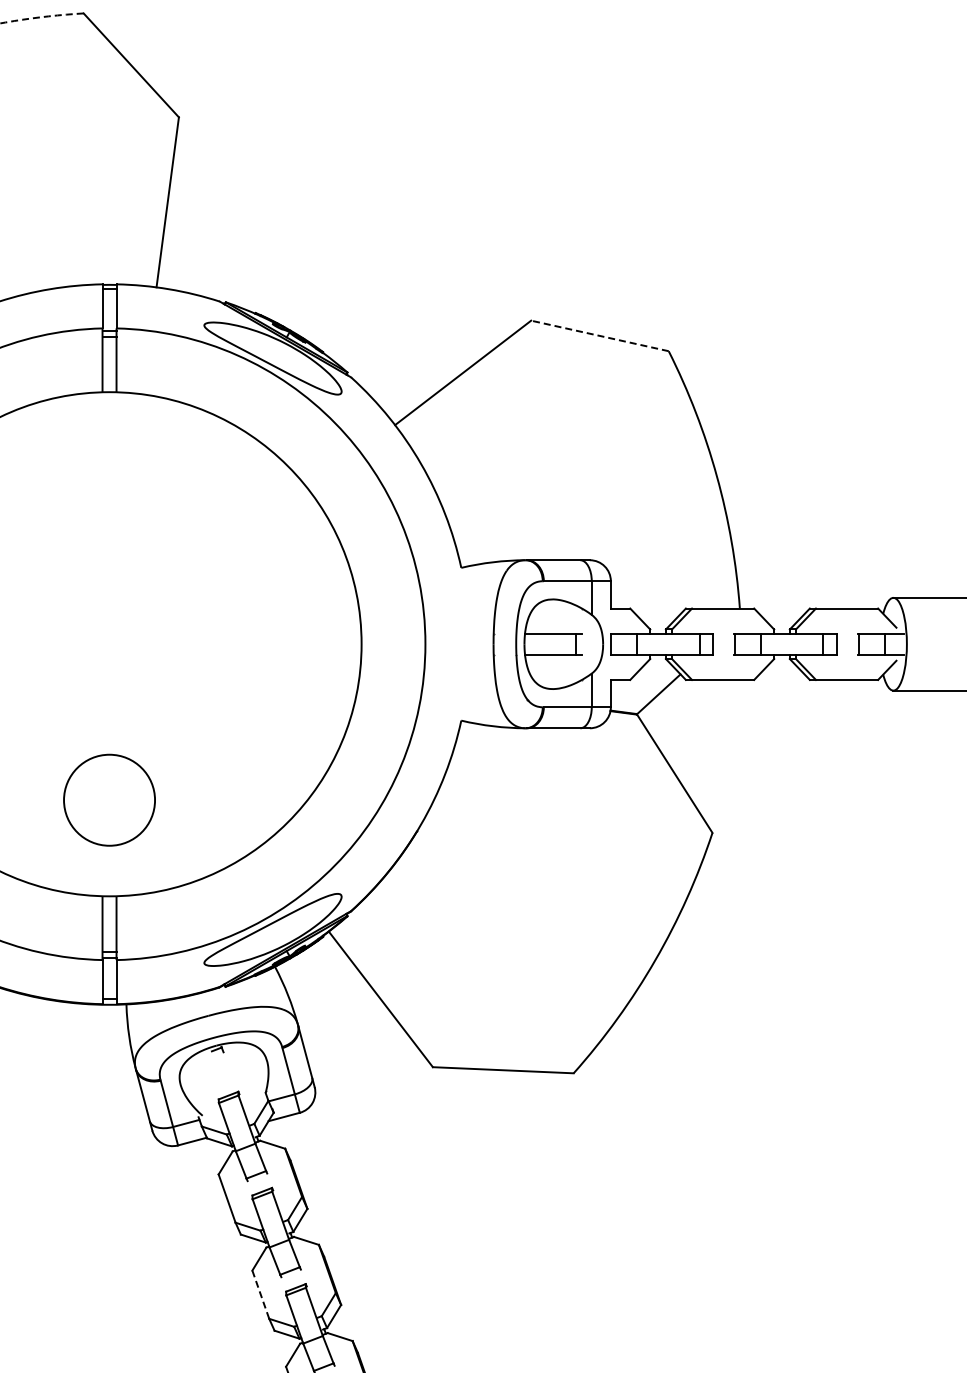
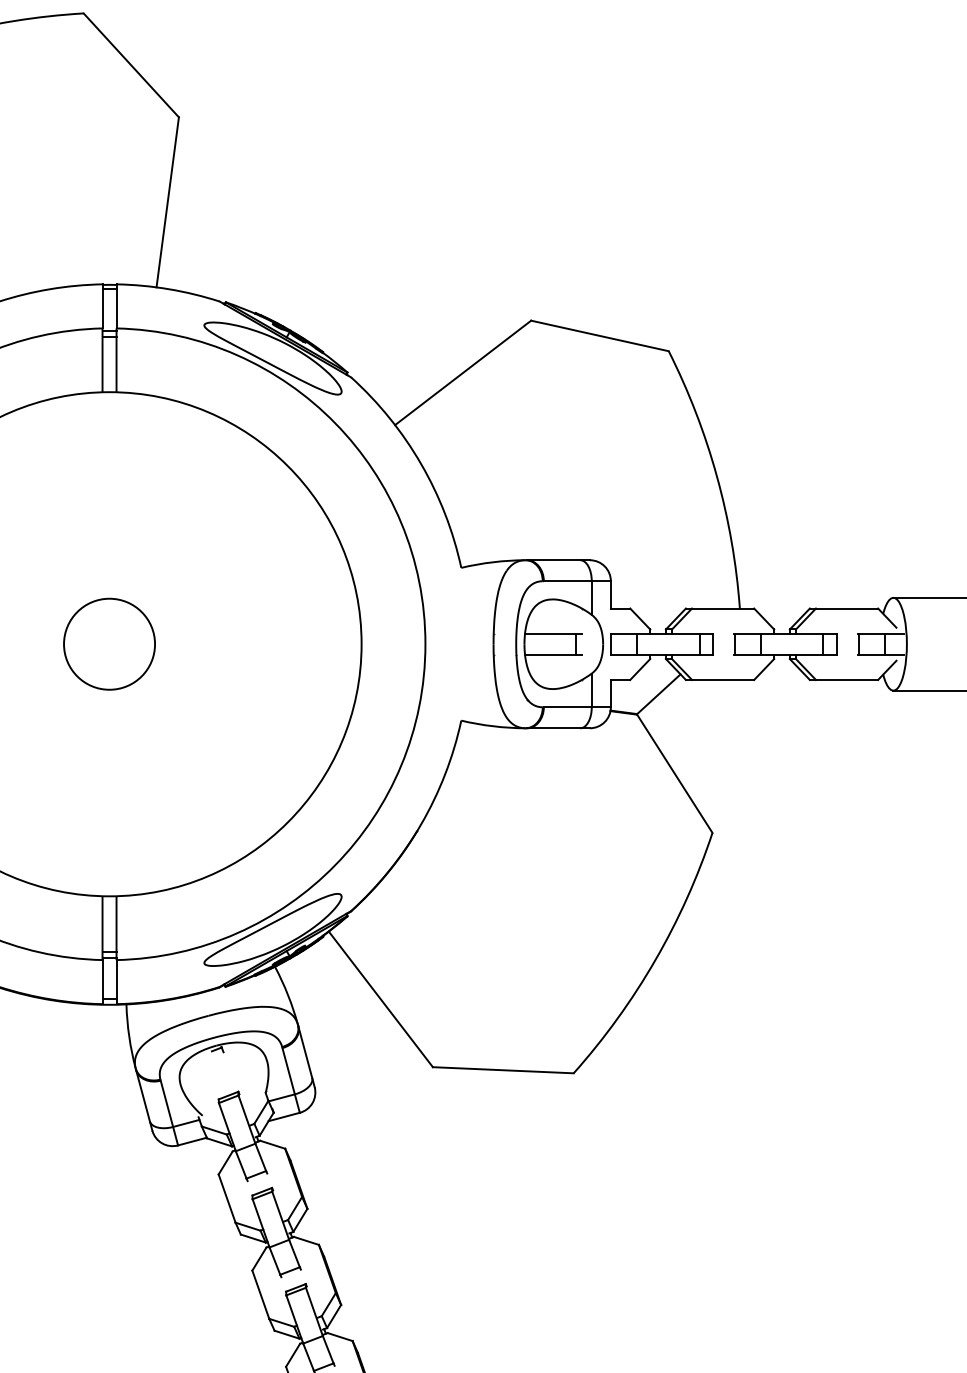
arc at (41, 17): dashed -> solid
line at (599, 335): dashed -> solid
circle at (109, 799) position: (109, 799) -> (109, 643)
line at (260, 1294): dashed -> solid
